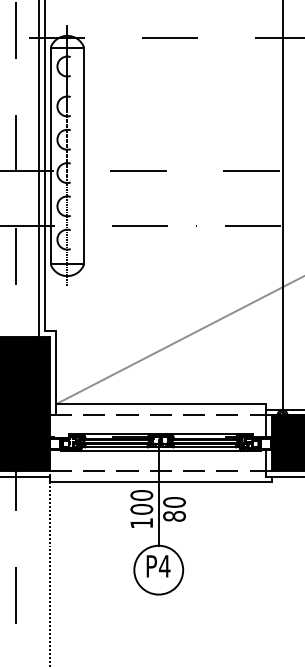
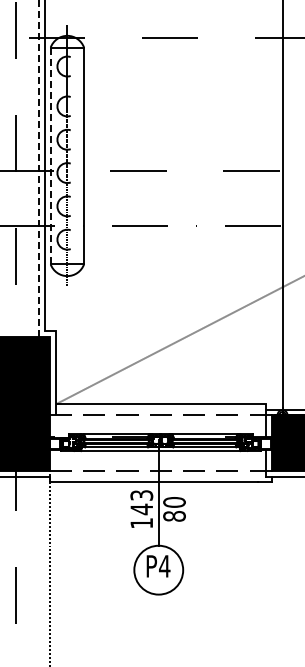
line at (50, 156): solid -> dashed
line at (38, 168): solid -> dashed
text at (141, 502): 100 -> 143
